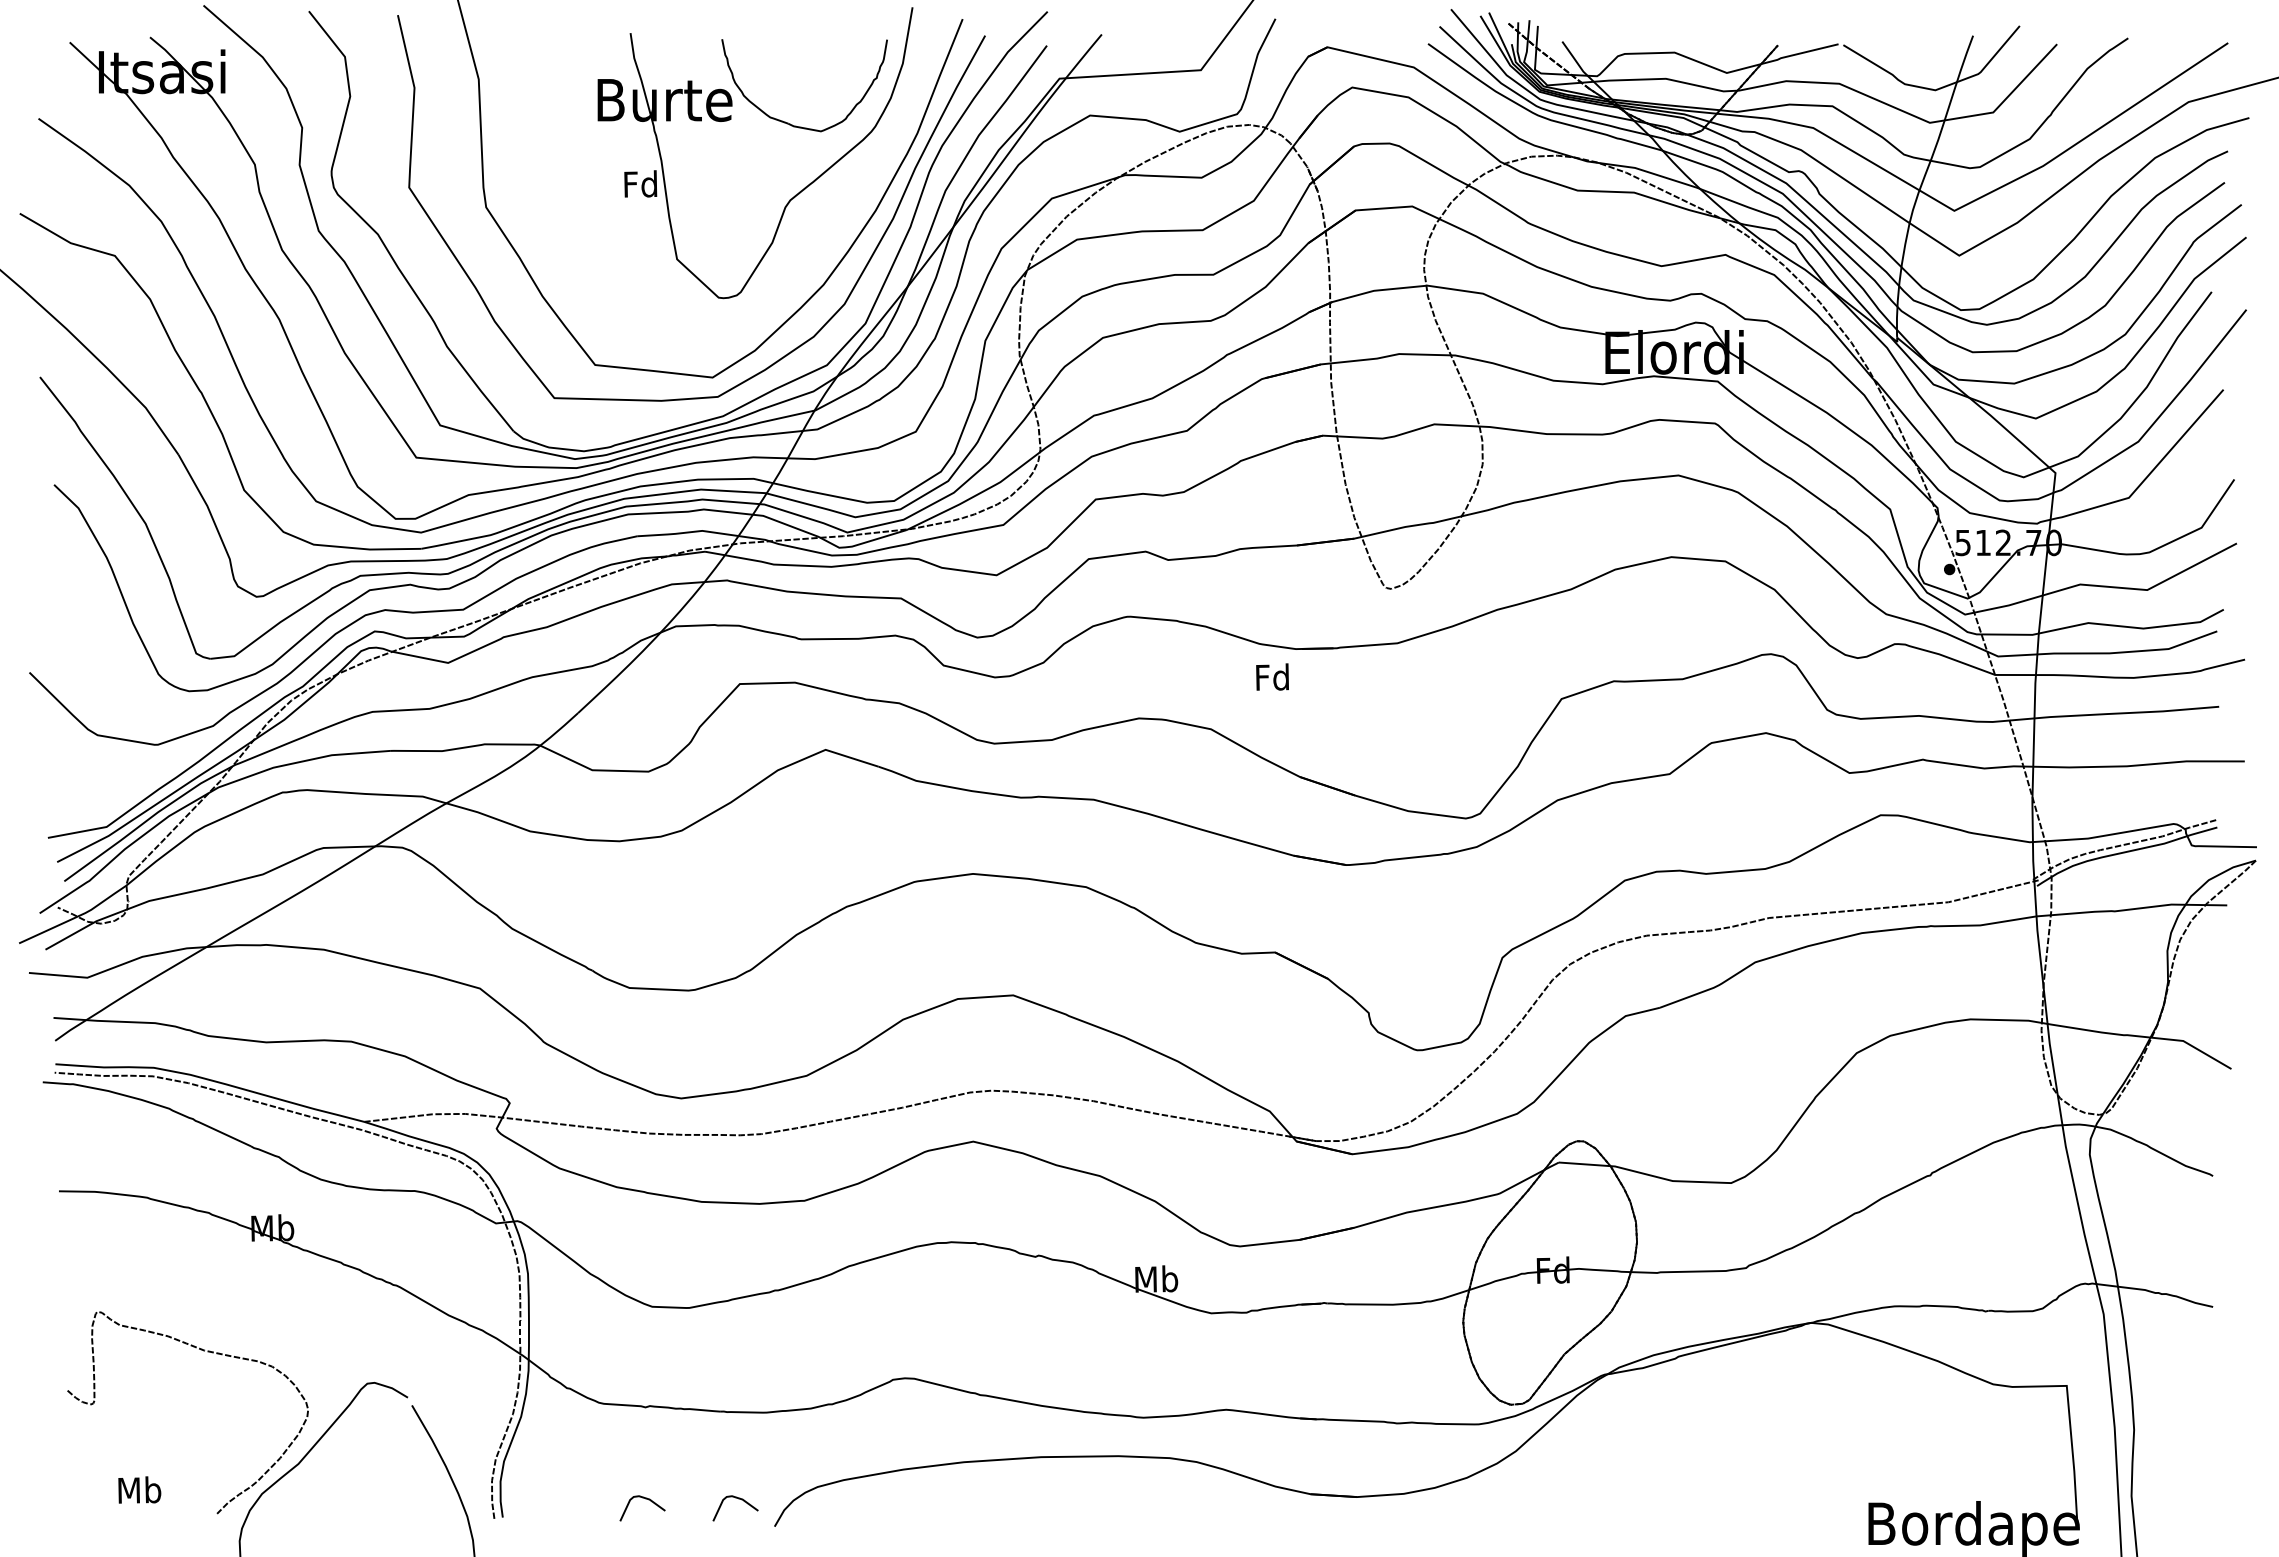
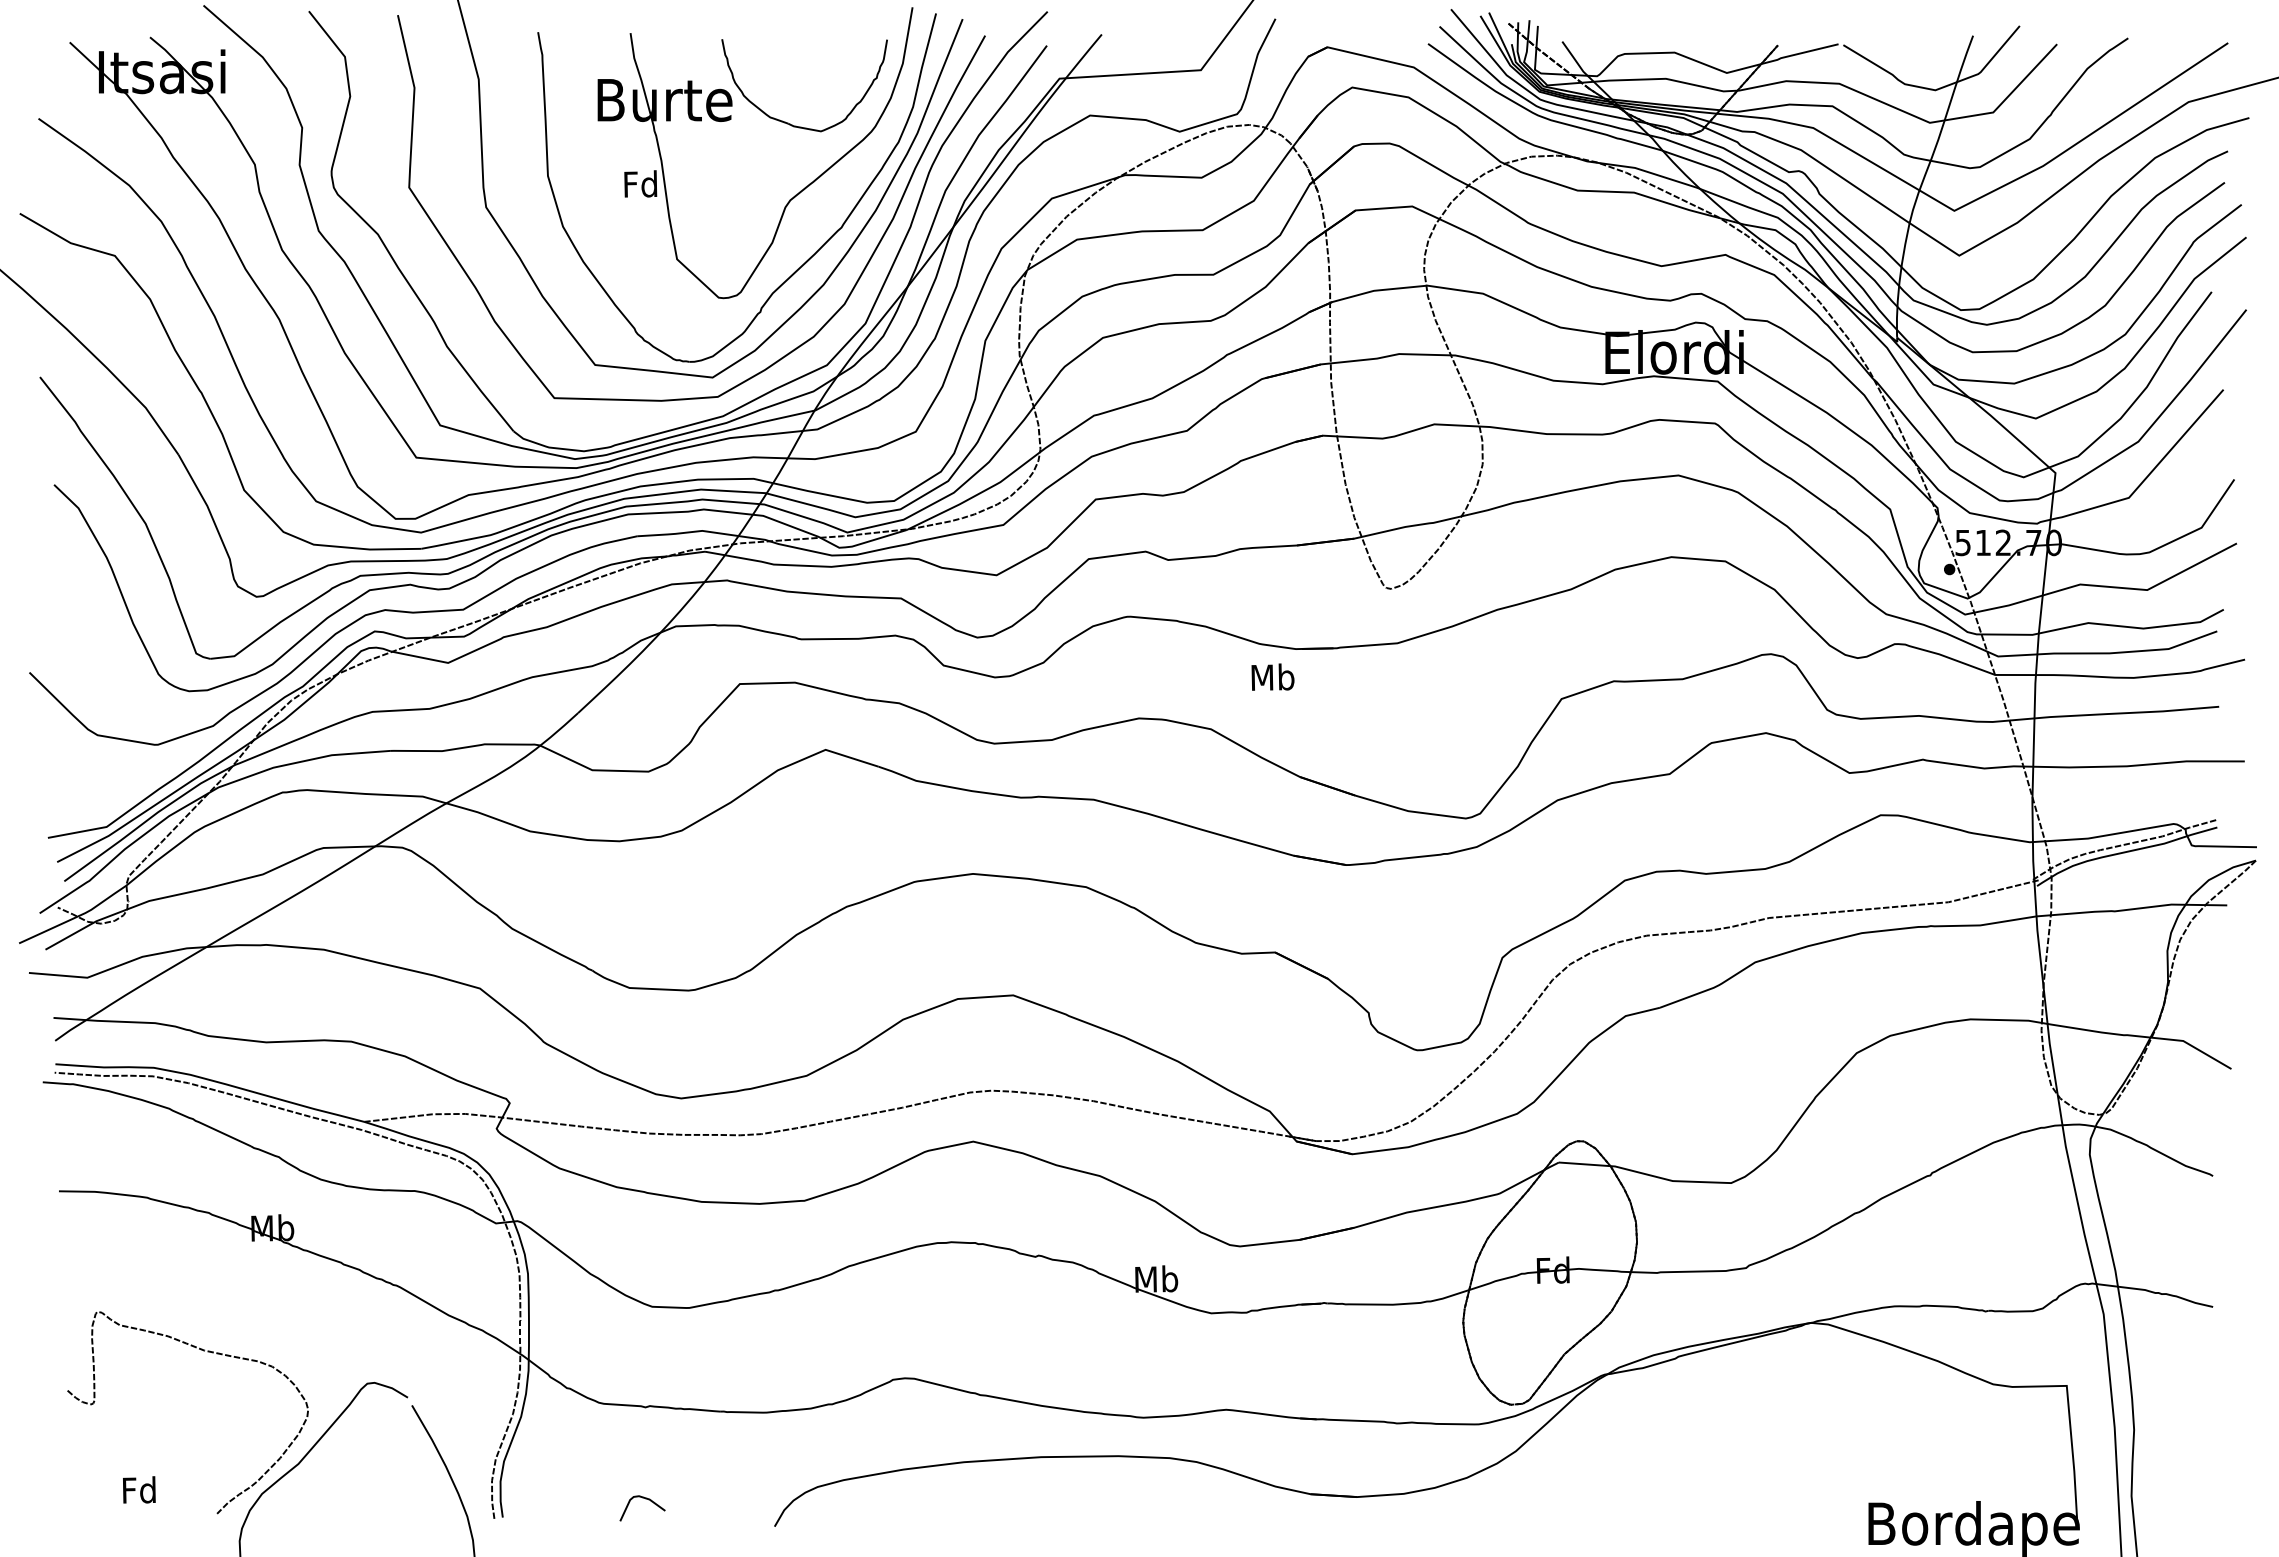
part at (808, 258): none -> present
text at (1272, 676): Fd -> Mb
text at (139, 1489): Mb -> Fd
curve at (738, 1499): present -> none
